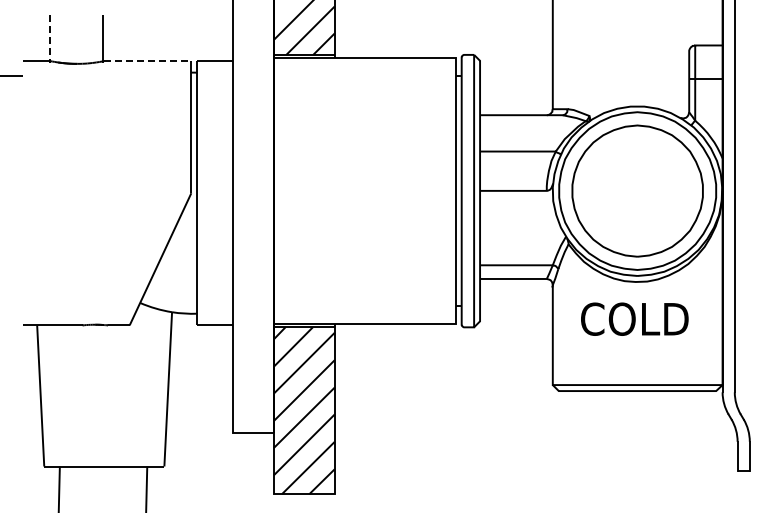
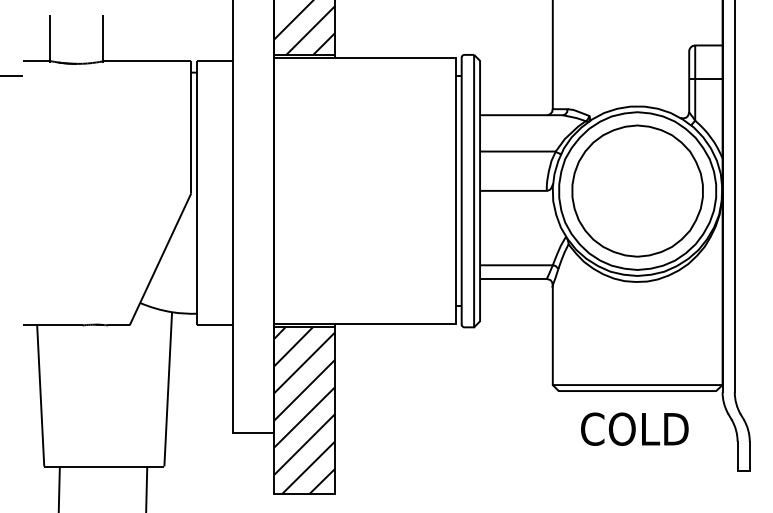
line at (50, 39): dashed -> solid
line at (147, 61): dashed -> solid
text at (634, 318) position: (634, 318) -> (634, 428)
